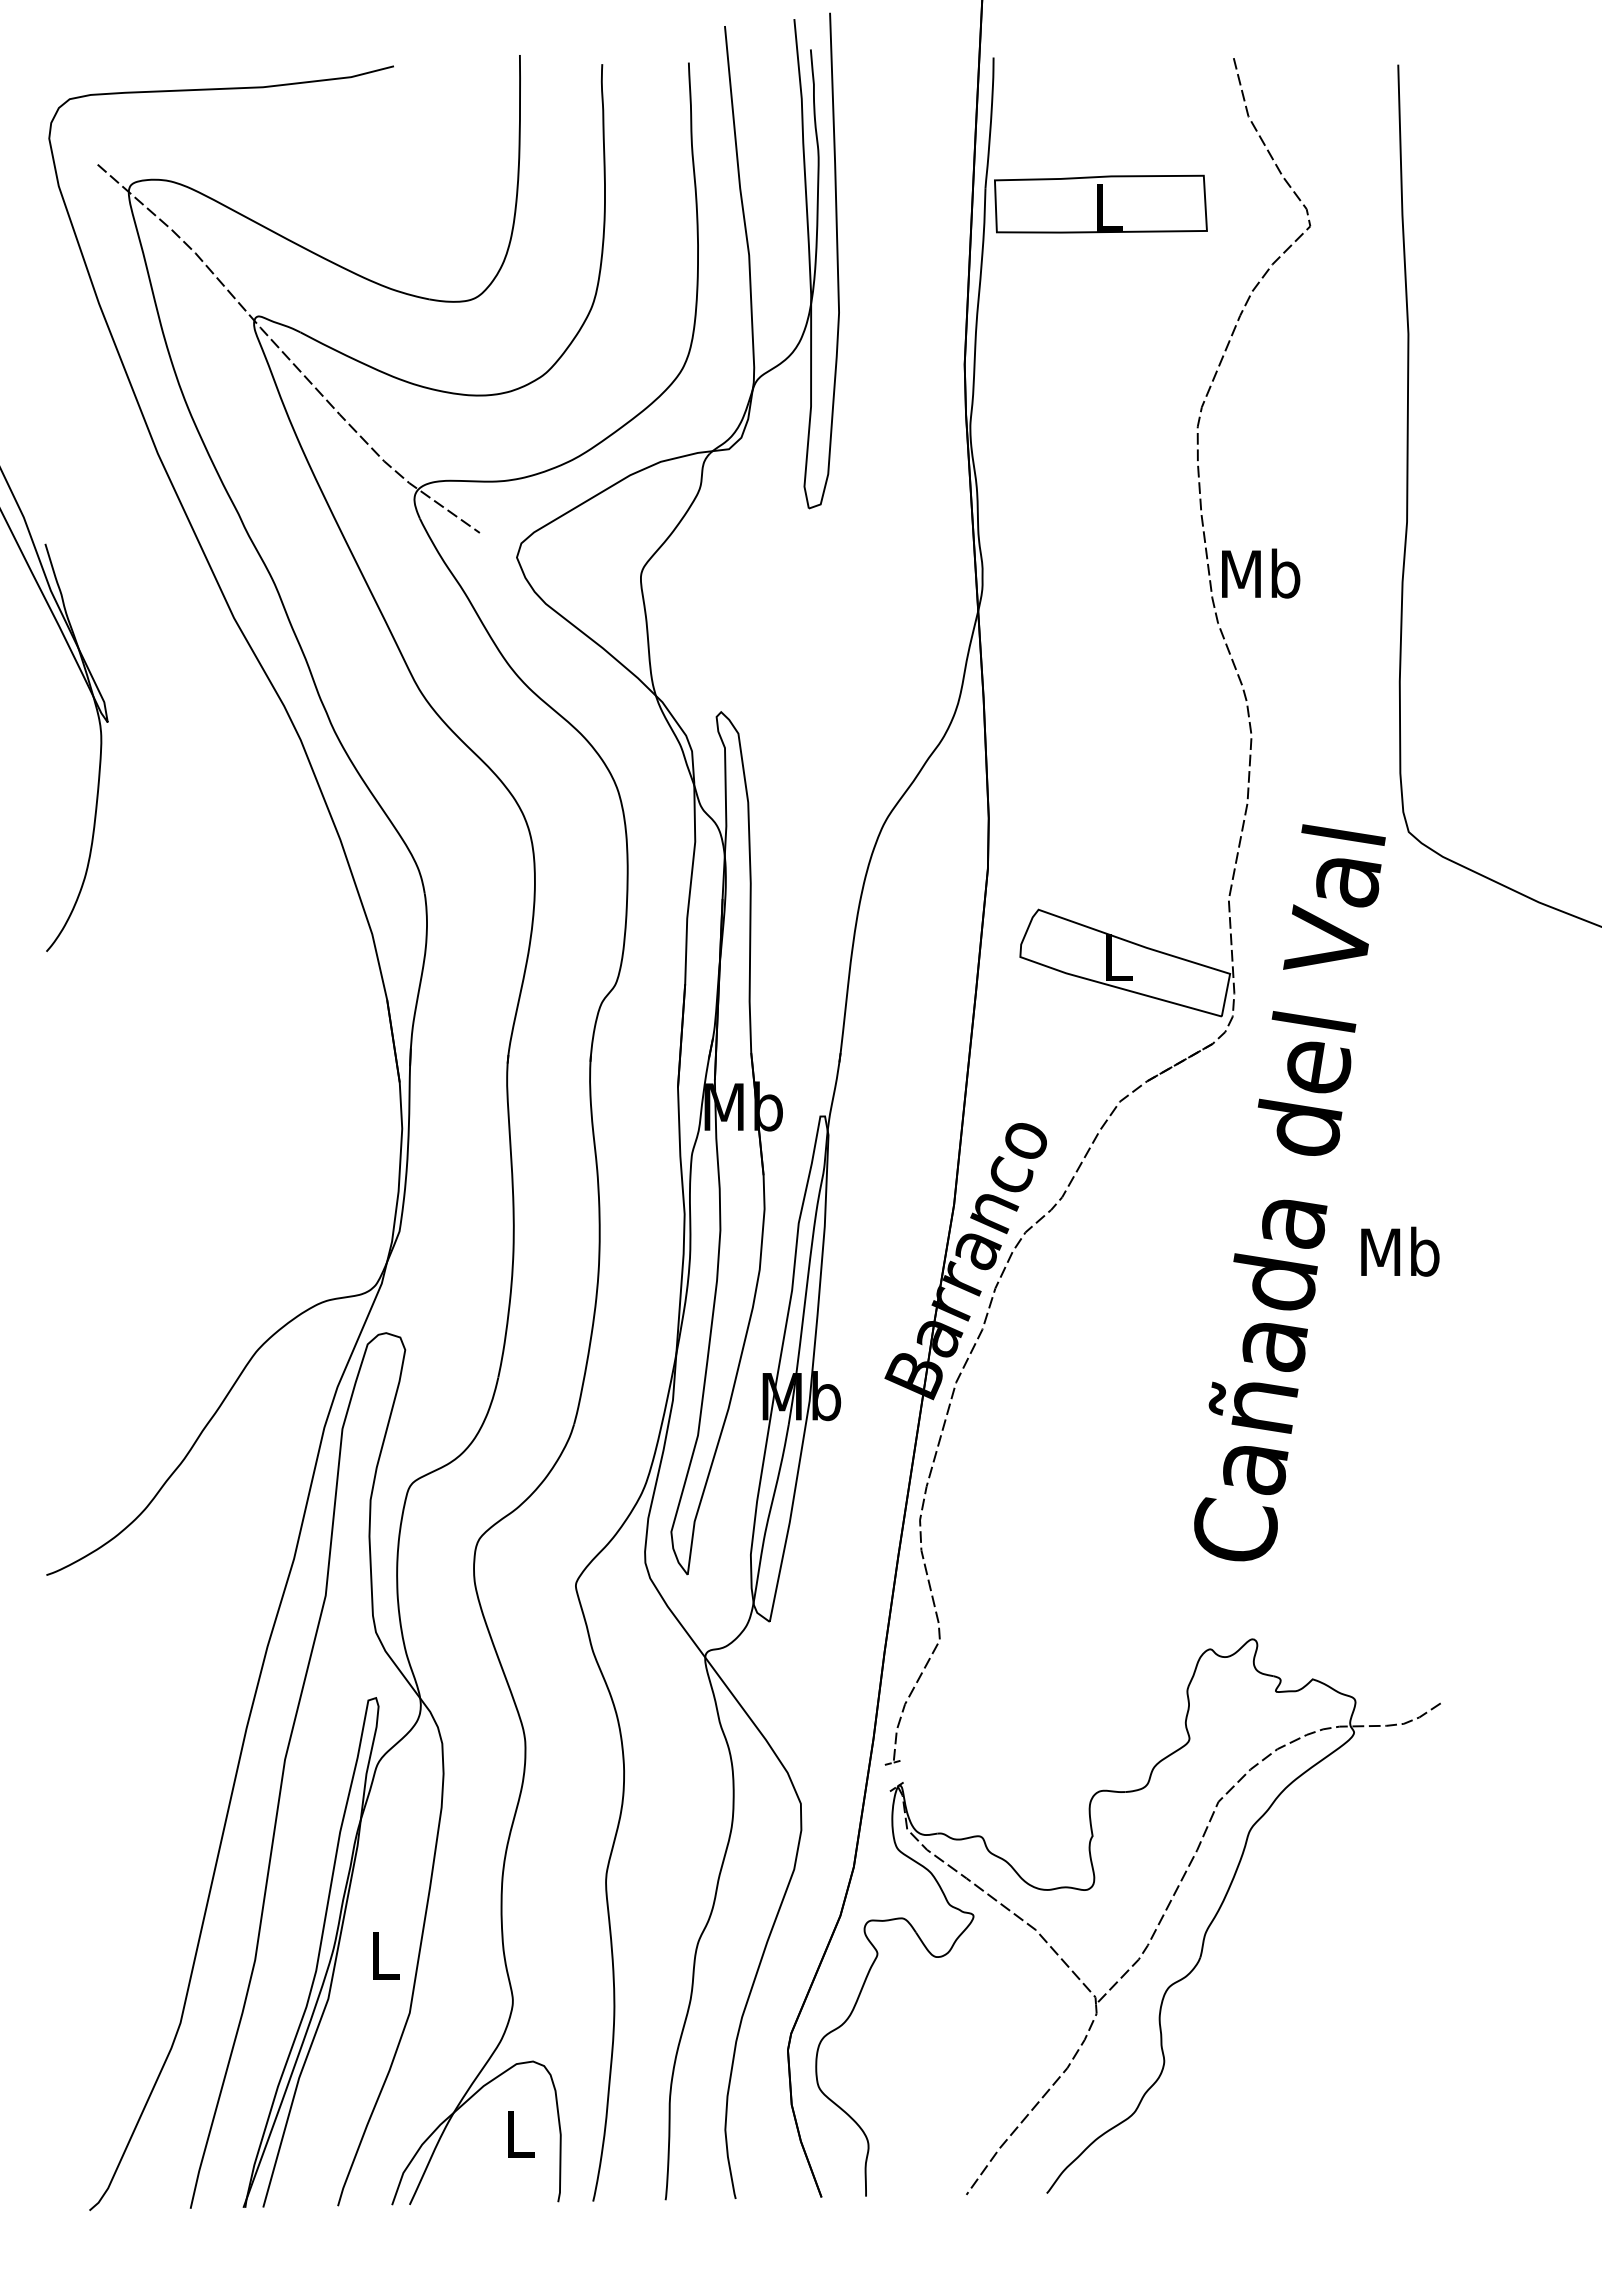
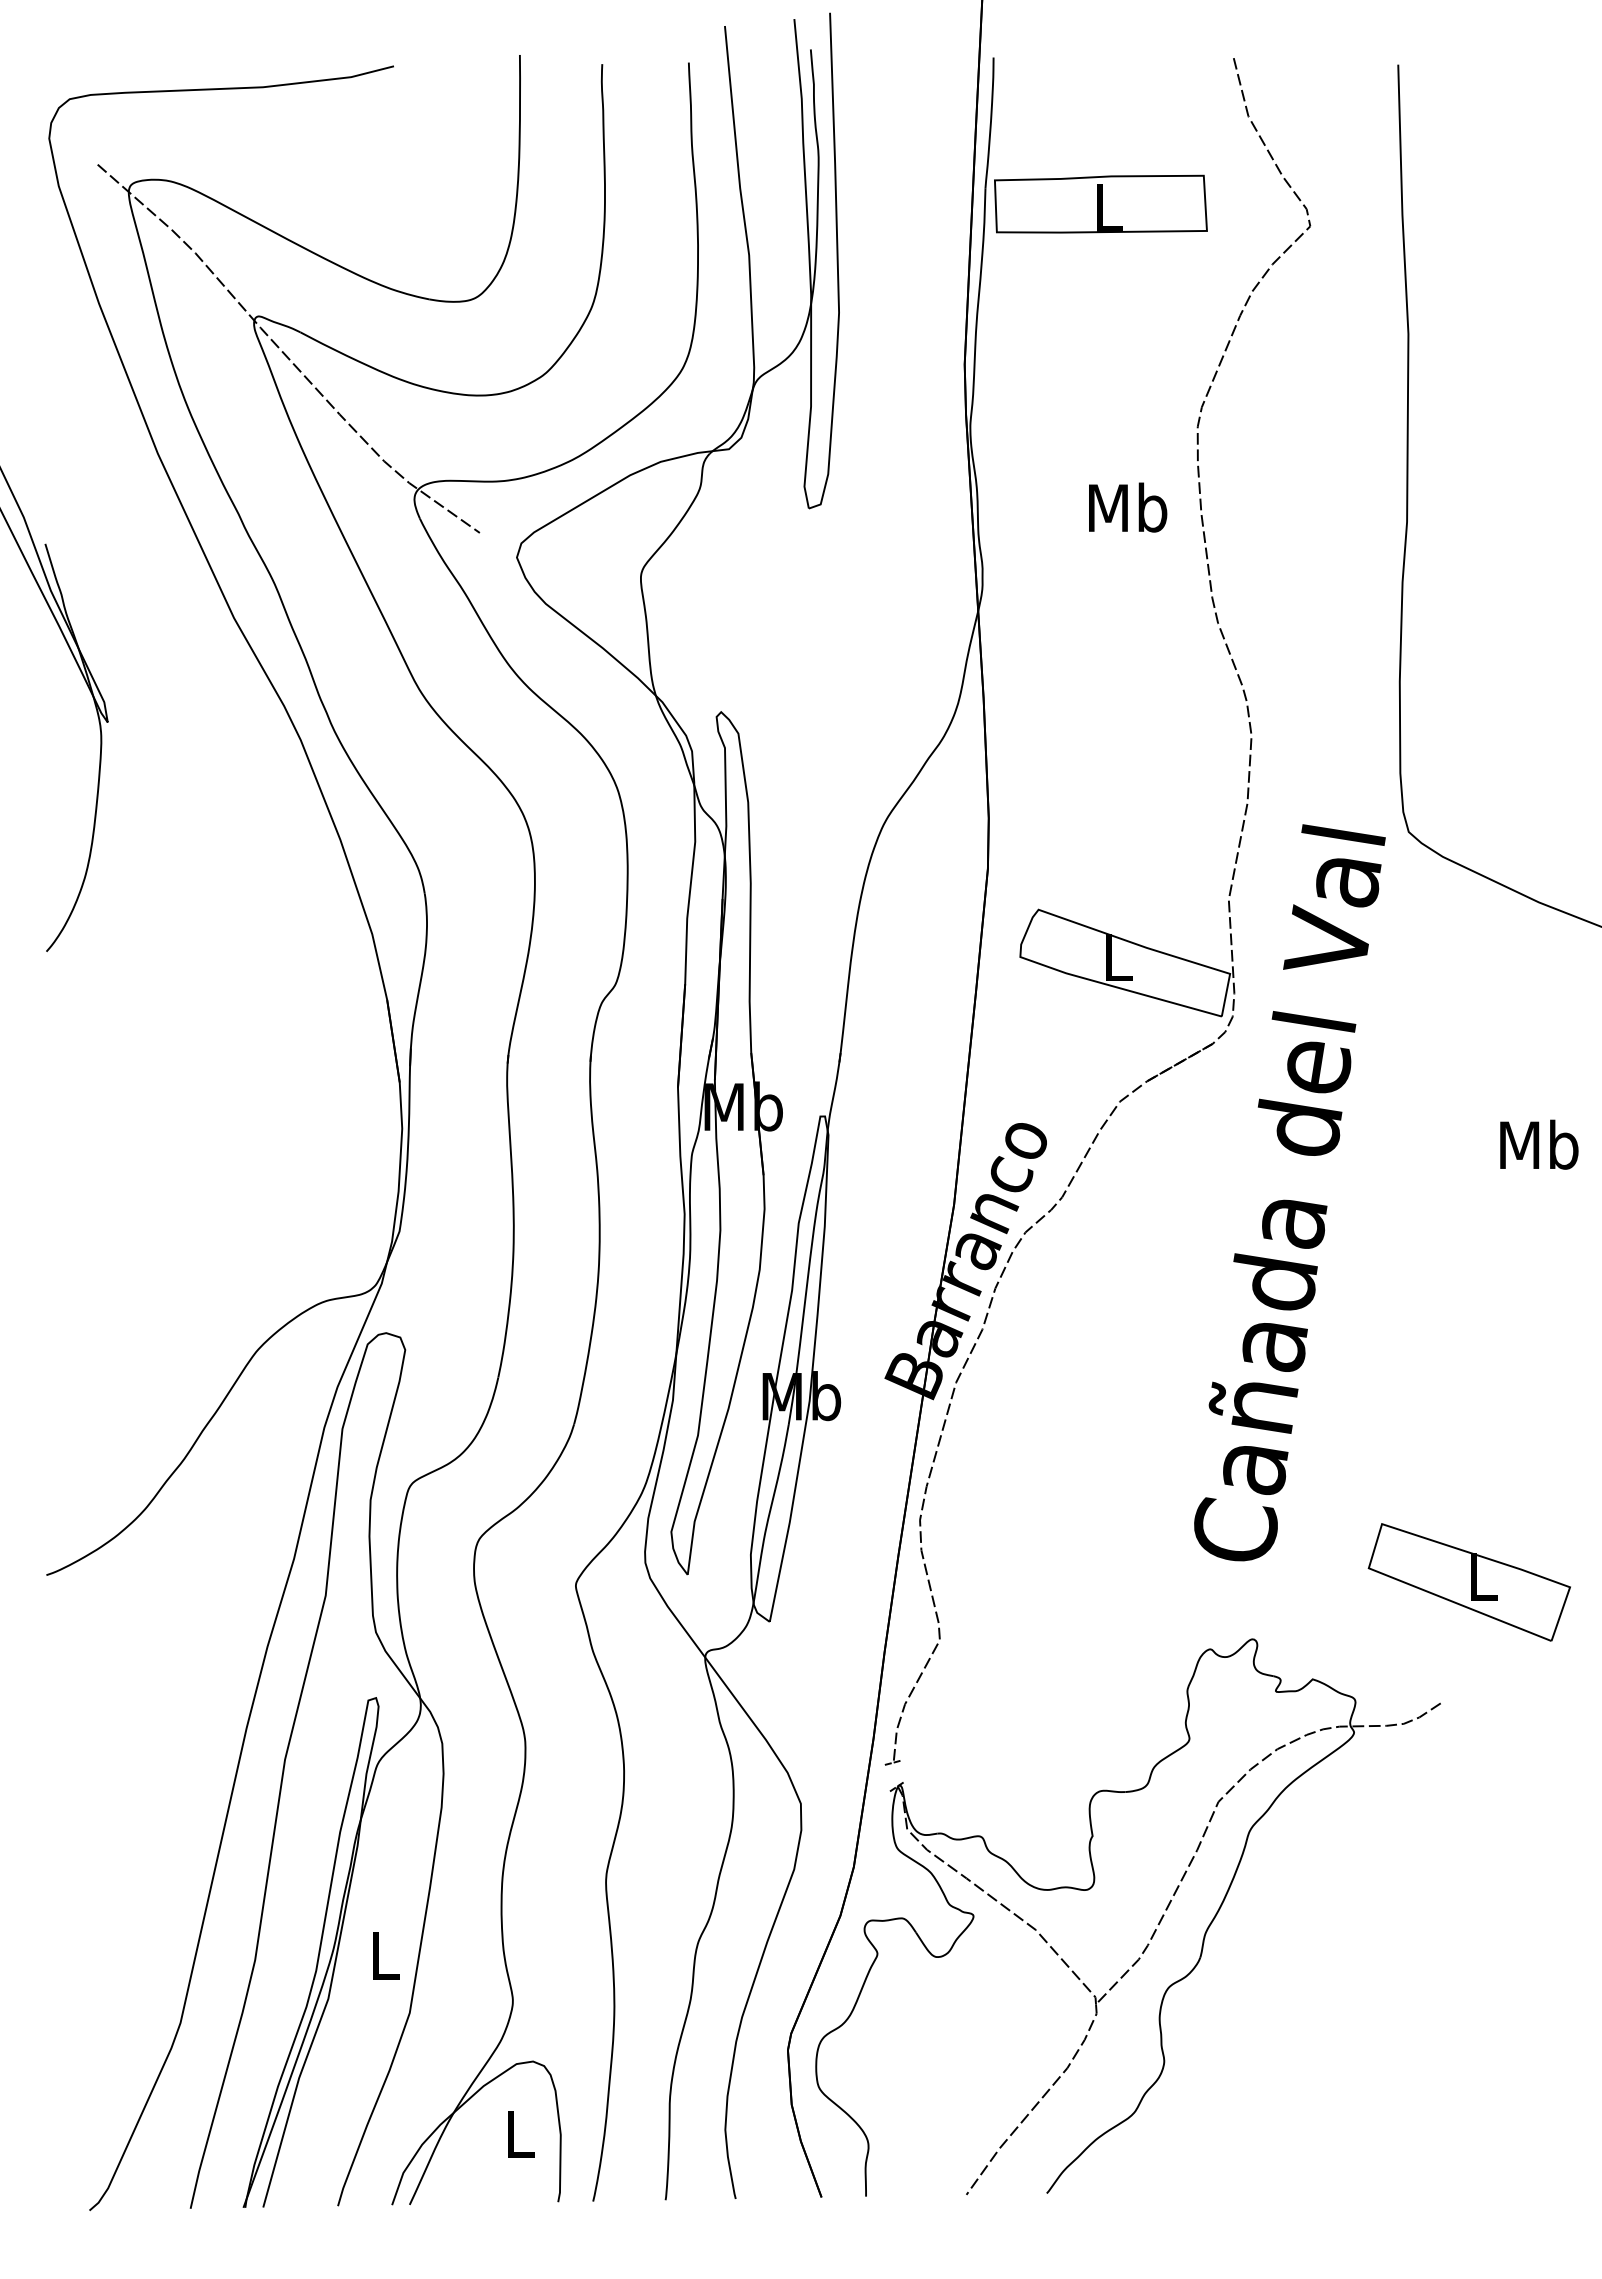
text at (1261, 573) position: (1261, 573) -> (1128, 507)
text at (1400, 1251) position: (1400, 1251) -> (1539, 1144)
part at (1468, 1582): none -> present
